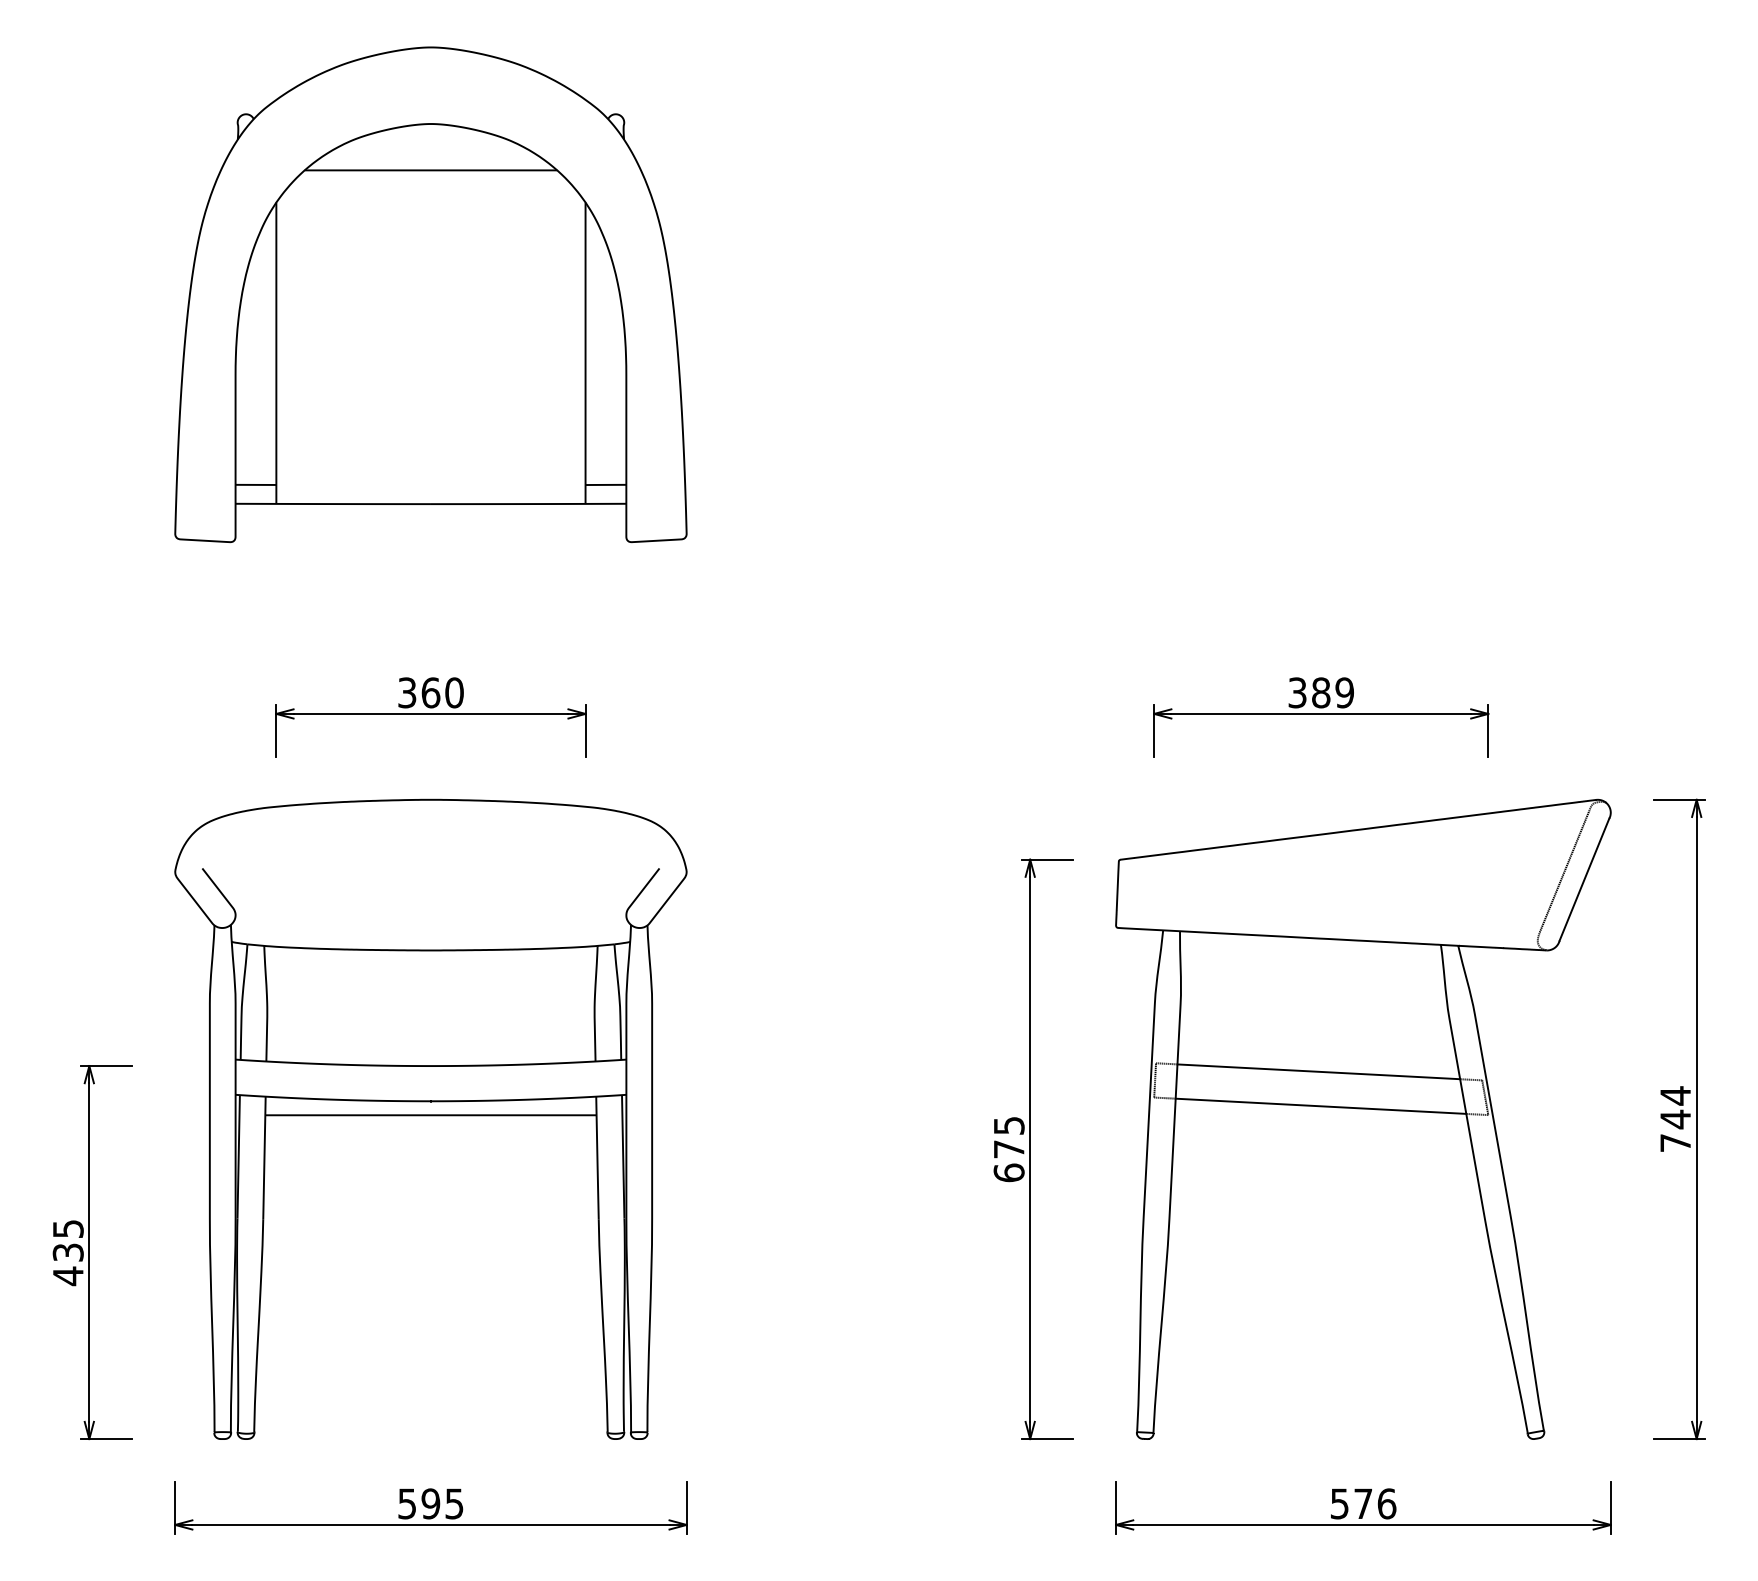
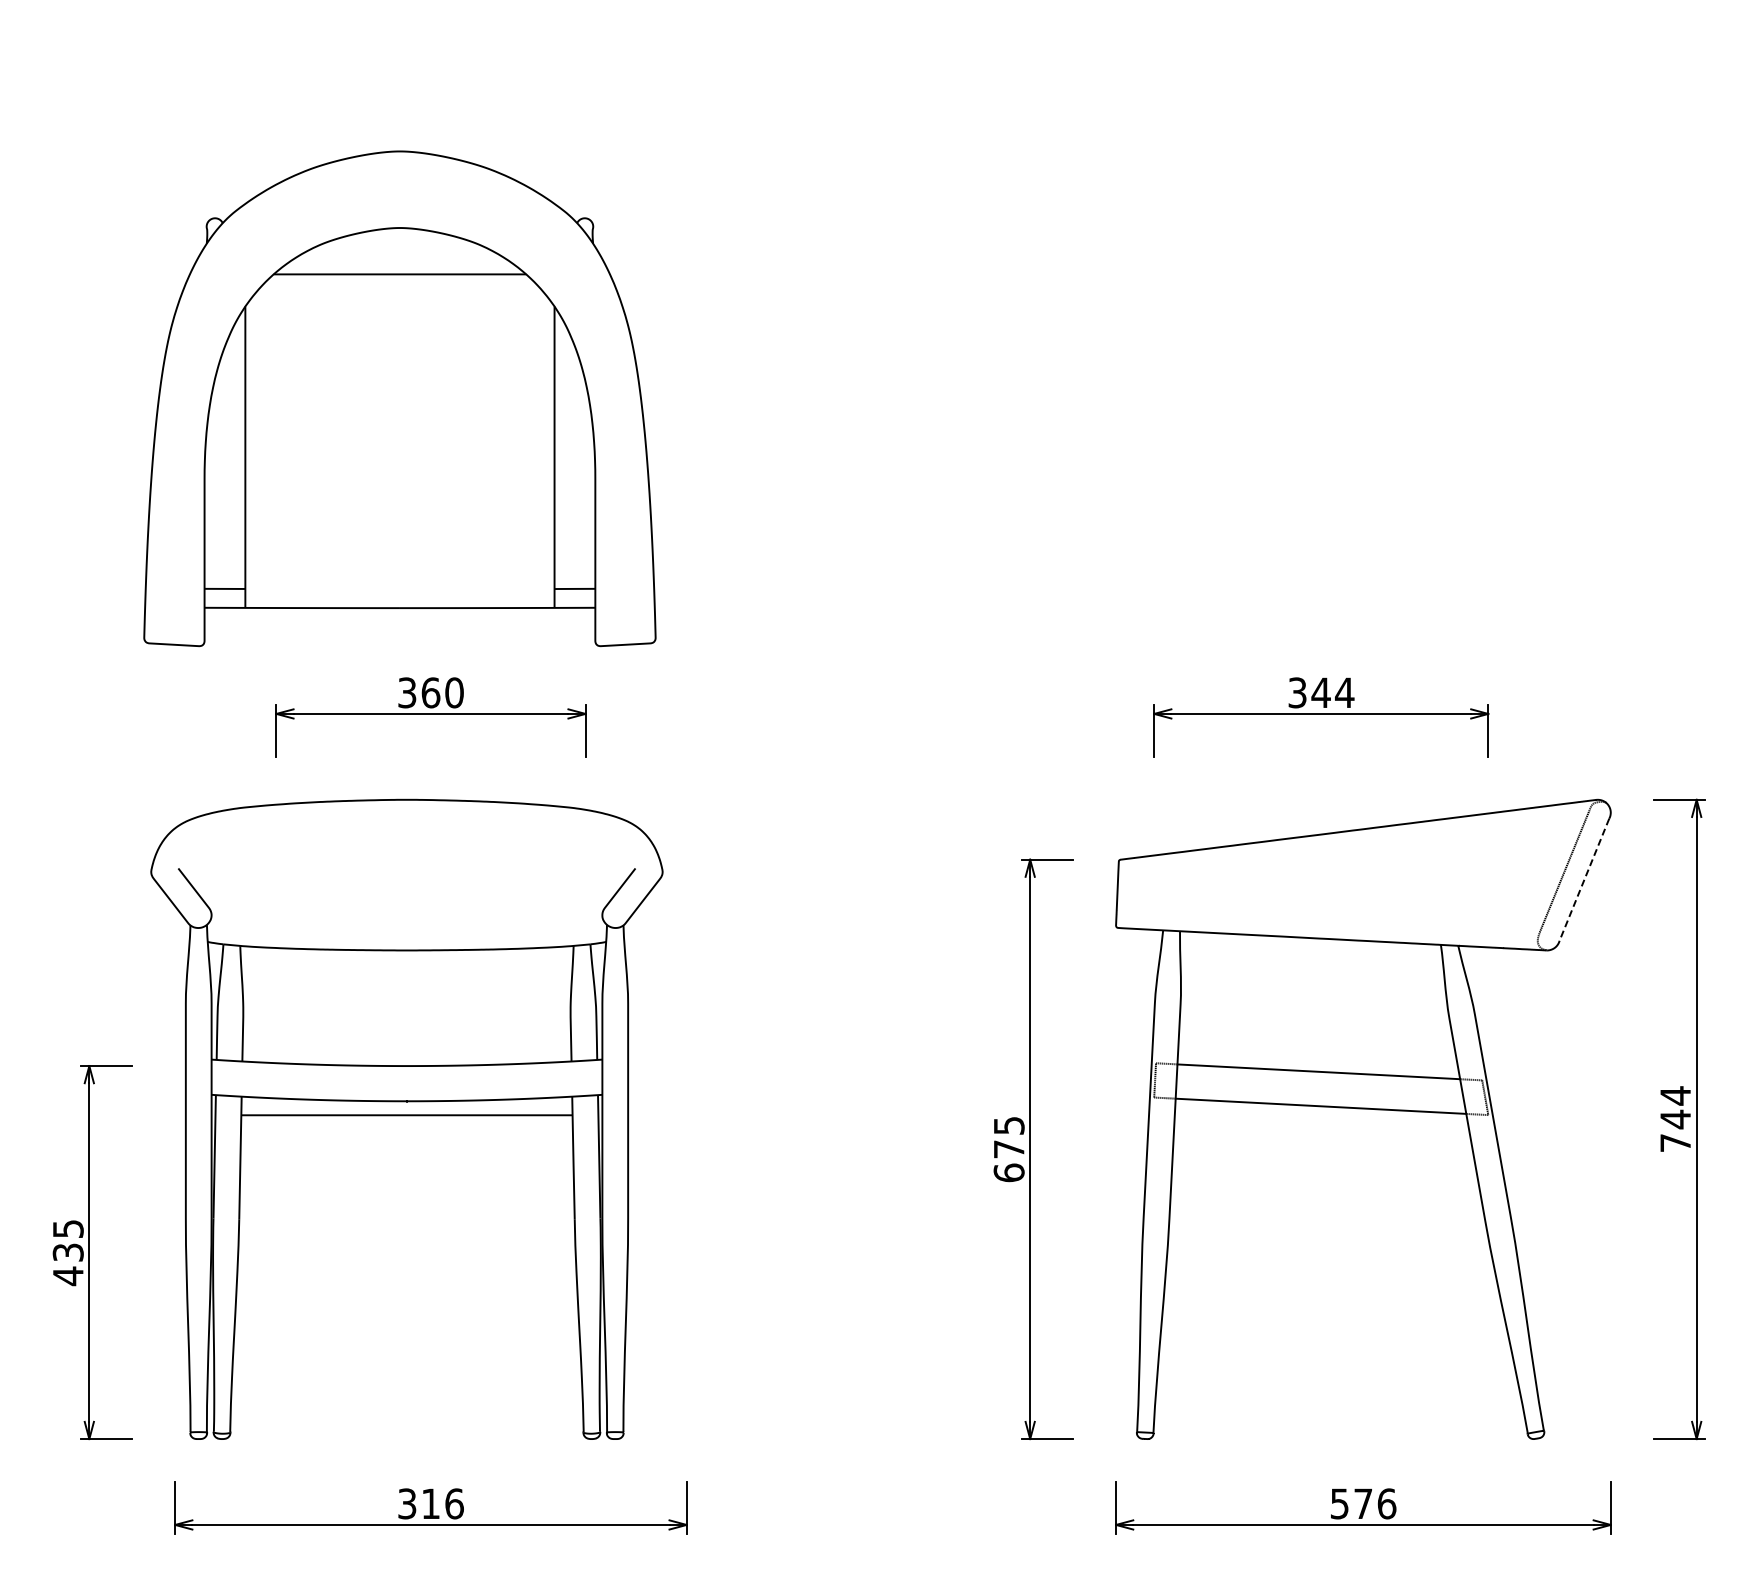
part at (430, 294) position: (430, 294) -> (399, 398)
text at (1332, 692): 389 -> 344
line at (1584, 879): solid -> dashed
part at (430, 1118) position: (430, 1118) -> (406, 1118)
text at (431, 1503): 595 -> 316
